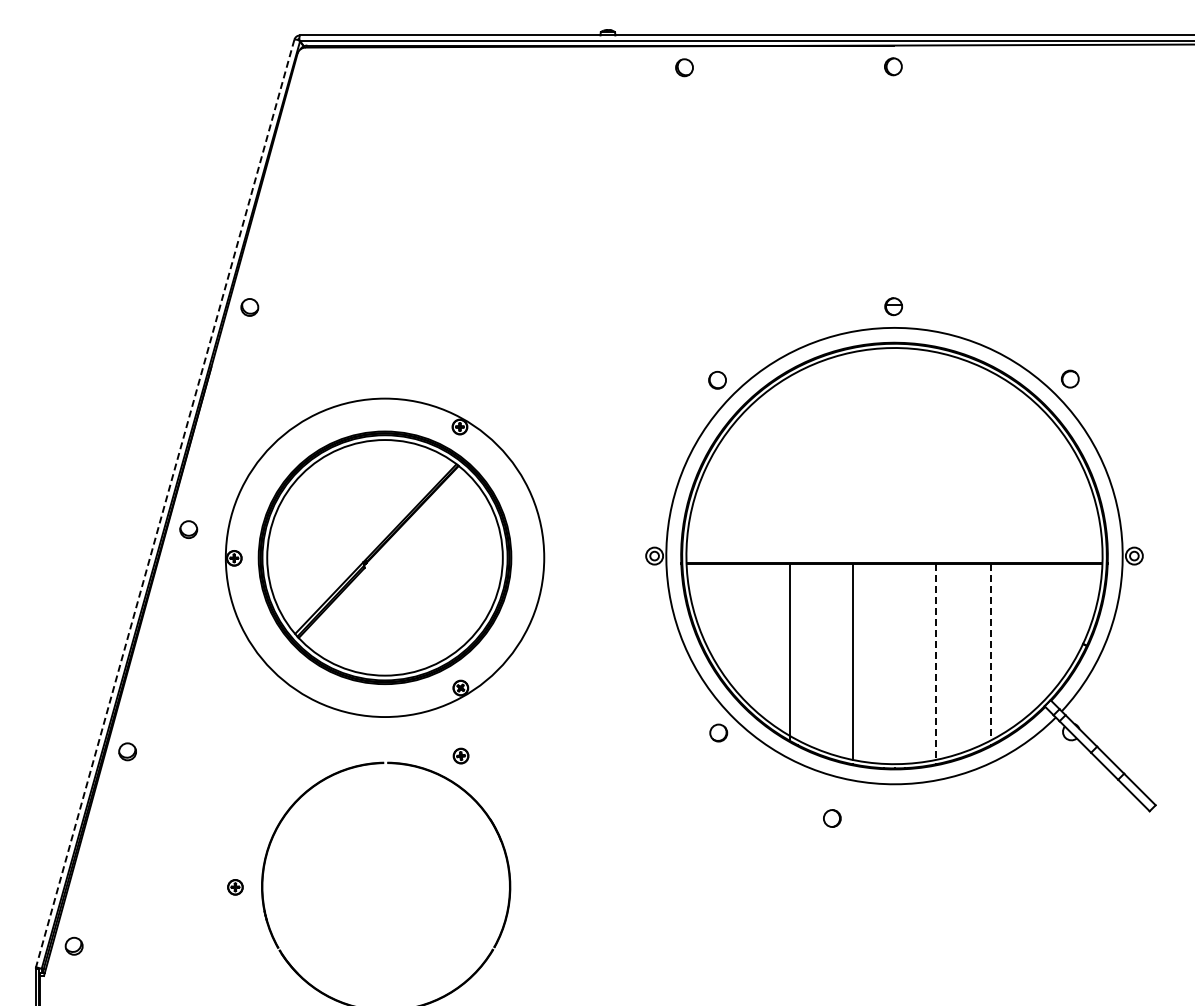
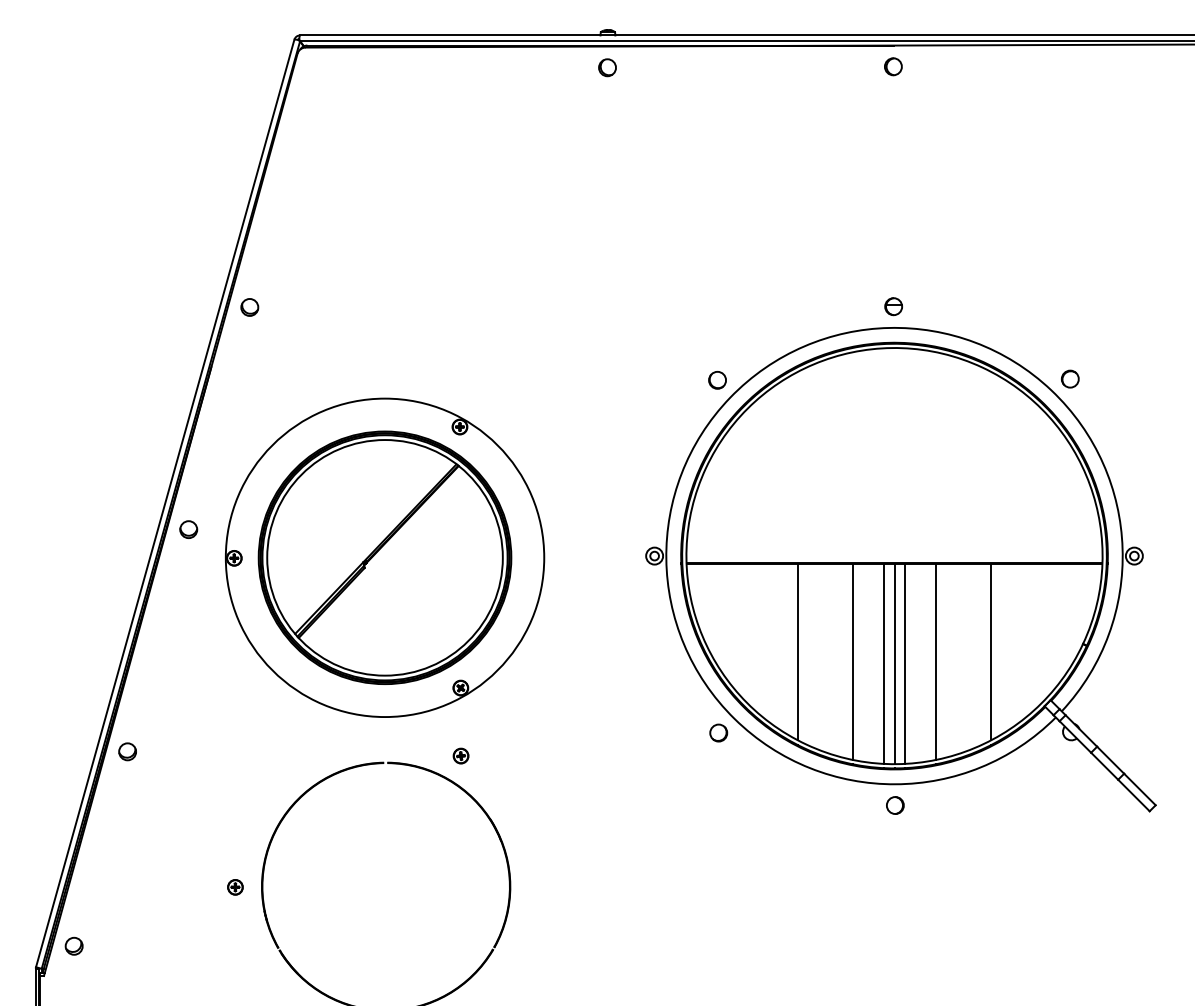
part at (684, 67) position: (684, 67) -> (607, 67)
line at (165, 503): dashed -> solid
line at (789, 651) position: (789, 651) -> (797, 651)
line at (991, 652): dashed -> solid
line at (935, 662): dashed -> solid
line at (883, 663): none -> present
line at (894, 663): none -> present
line at (905, 663): none -> present
circle at (832, 818) position: (832, 818) -> (895, 805)
